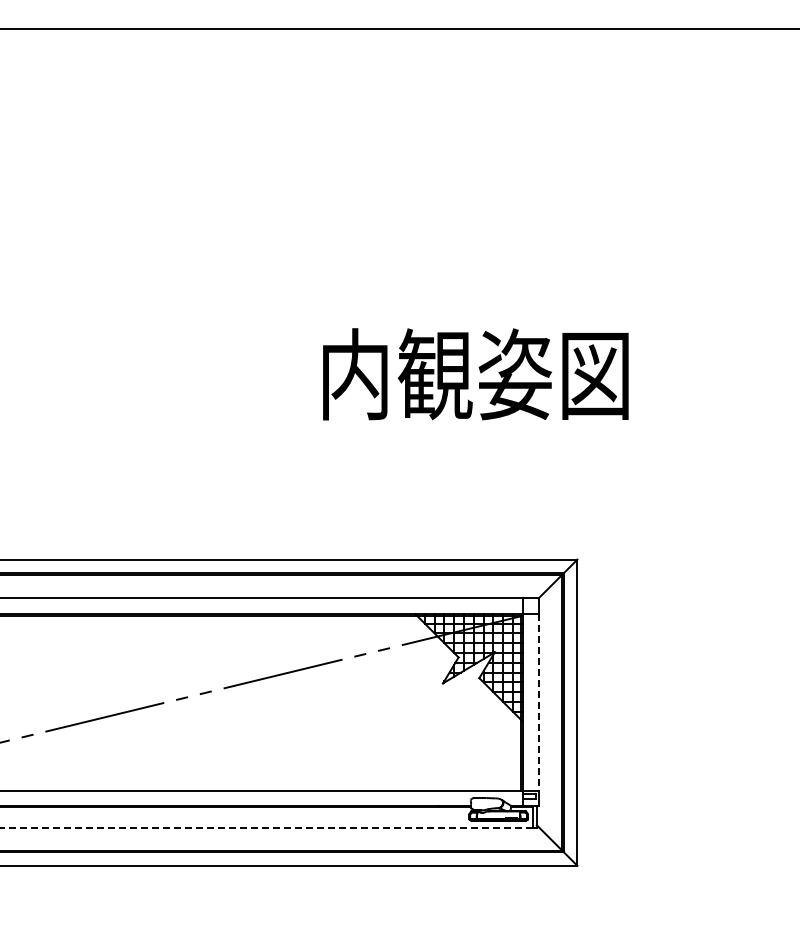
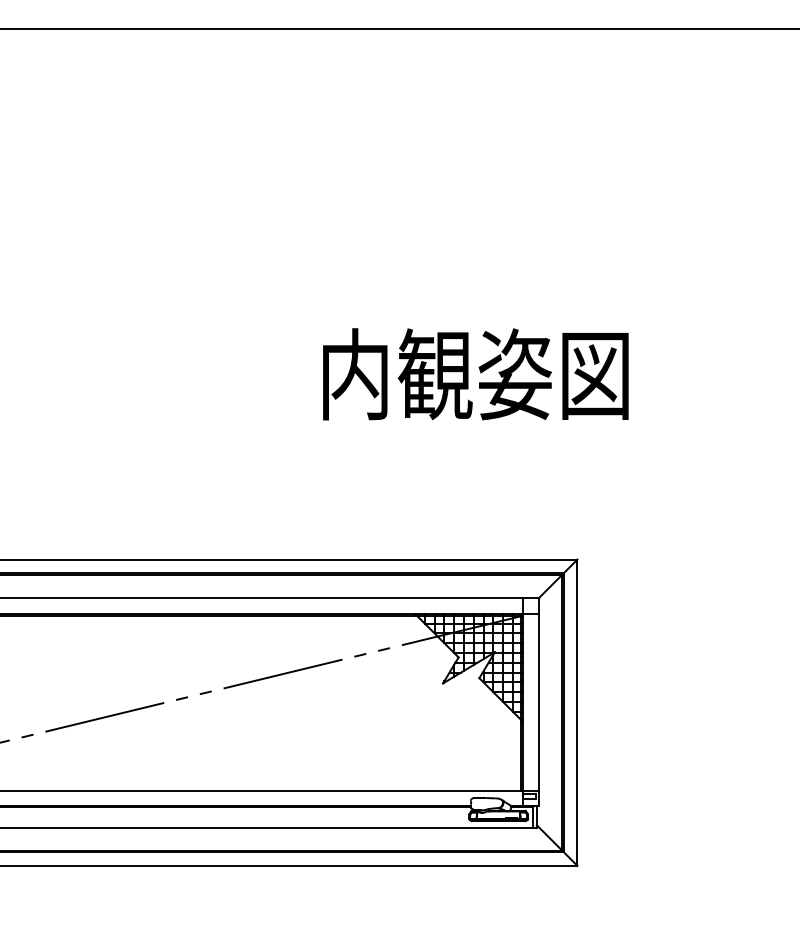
line at (538, 703): dashed -> solid
line at (266, 828): dashed -> solid
